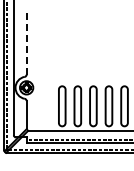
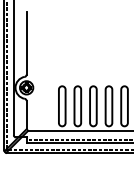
line at (26, 42): dashed -> solid
